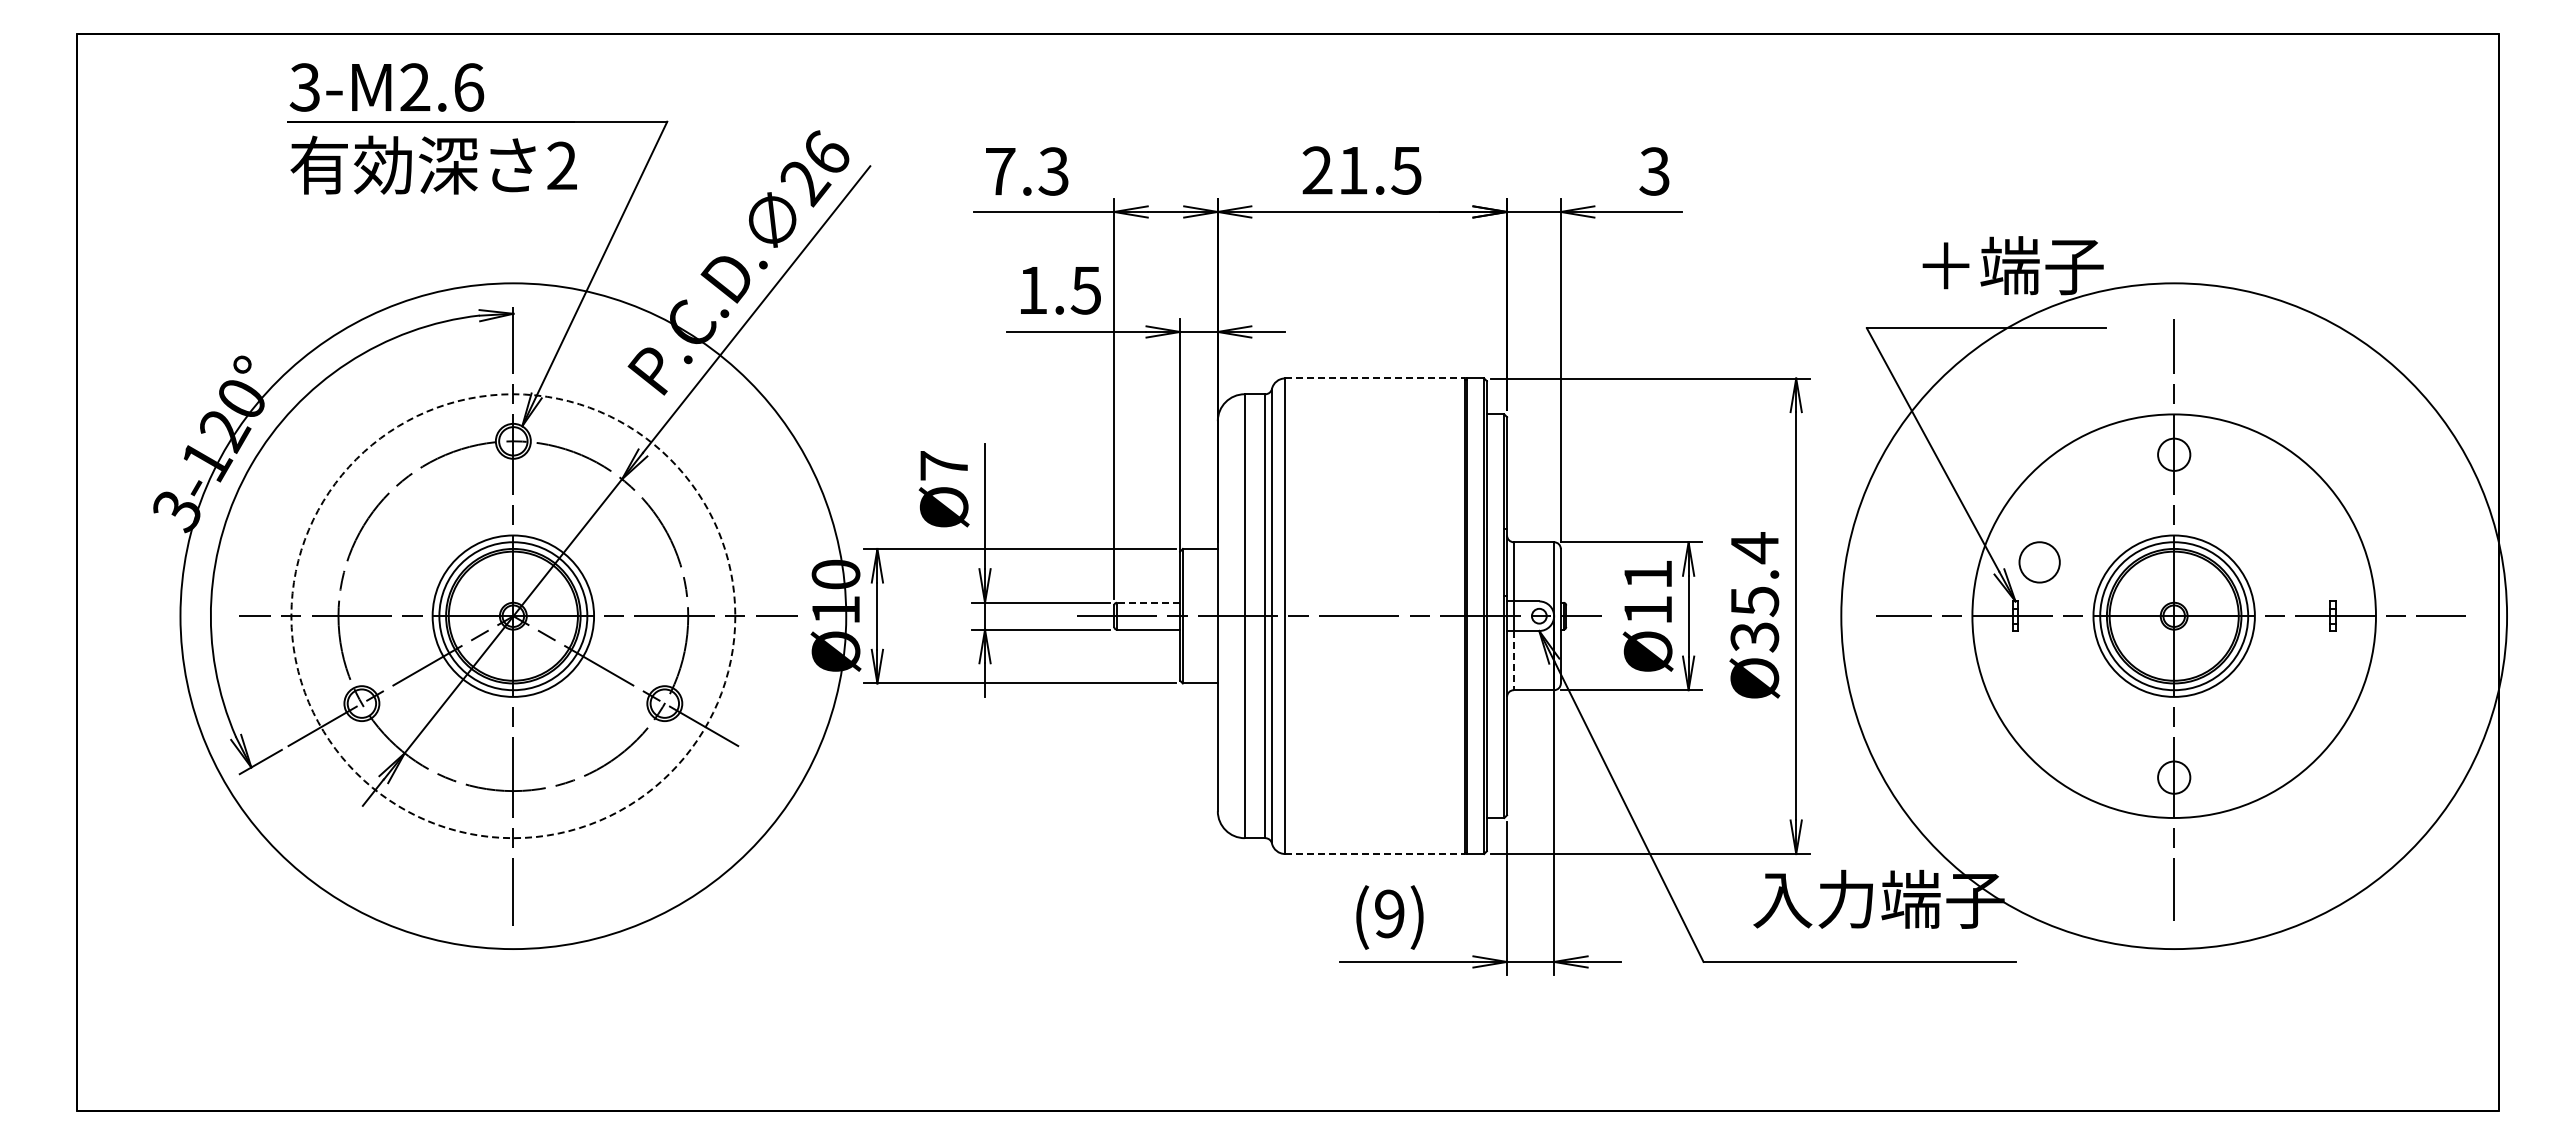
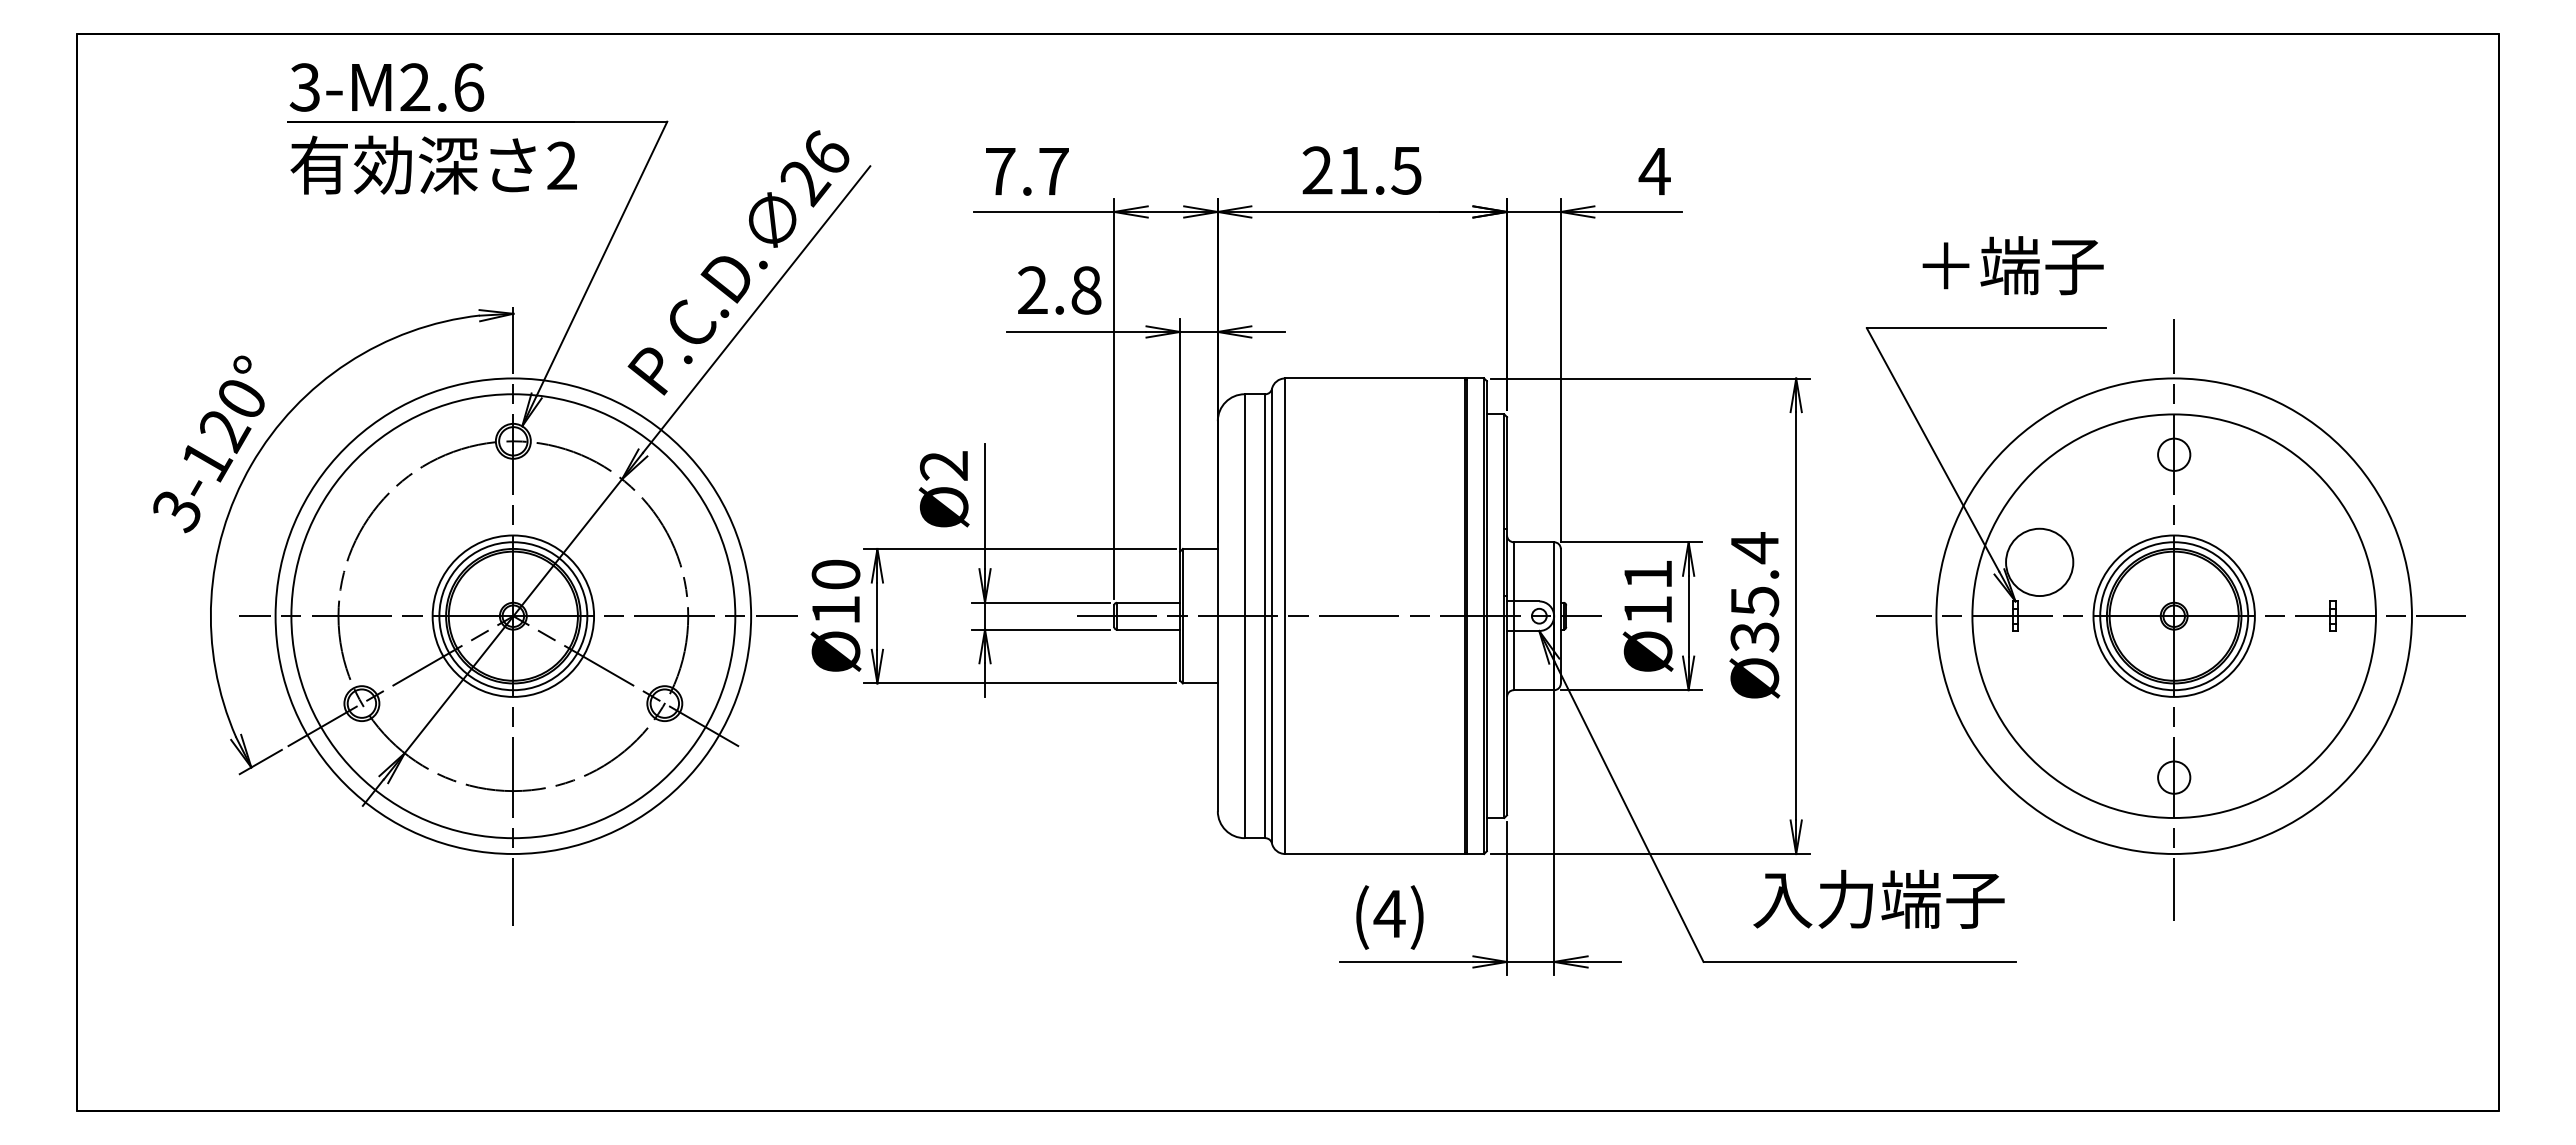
text at (1053, 171): 7.3 -> 7.7
text at (1654, 171): 3 -> 4
text at (1059, 290): 1.5 -> 2.8
line at (1375, 378): dashed -> solid
text at (943, 465): Ø7 -> Ø2
circle at (2039, 562) diameter: 40 px -> 67 px
line at (1148, 602): dashed -> solid
circle at (513, 616) diameter: 666 px -> 476 px
circle at (513, 616): dashed -> solid
circle at (2174, 616) diameter: 666 px -> 476 px
line at (1513, 660): dashed -> solid
line at (1375, 853): dashed -> solid
text at (1389, 913): (9) -> (4)
